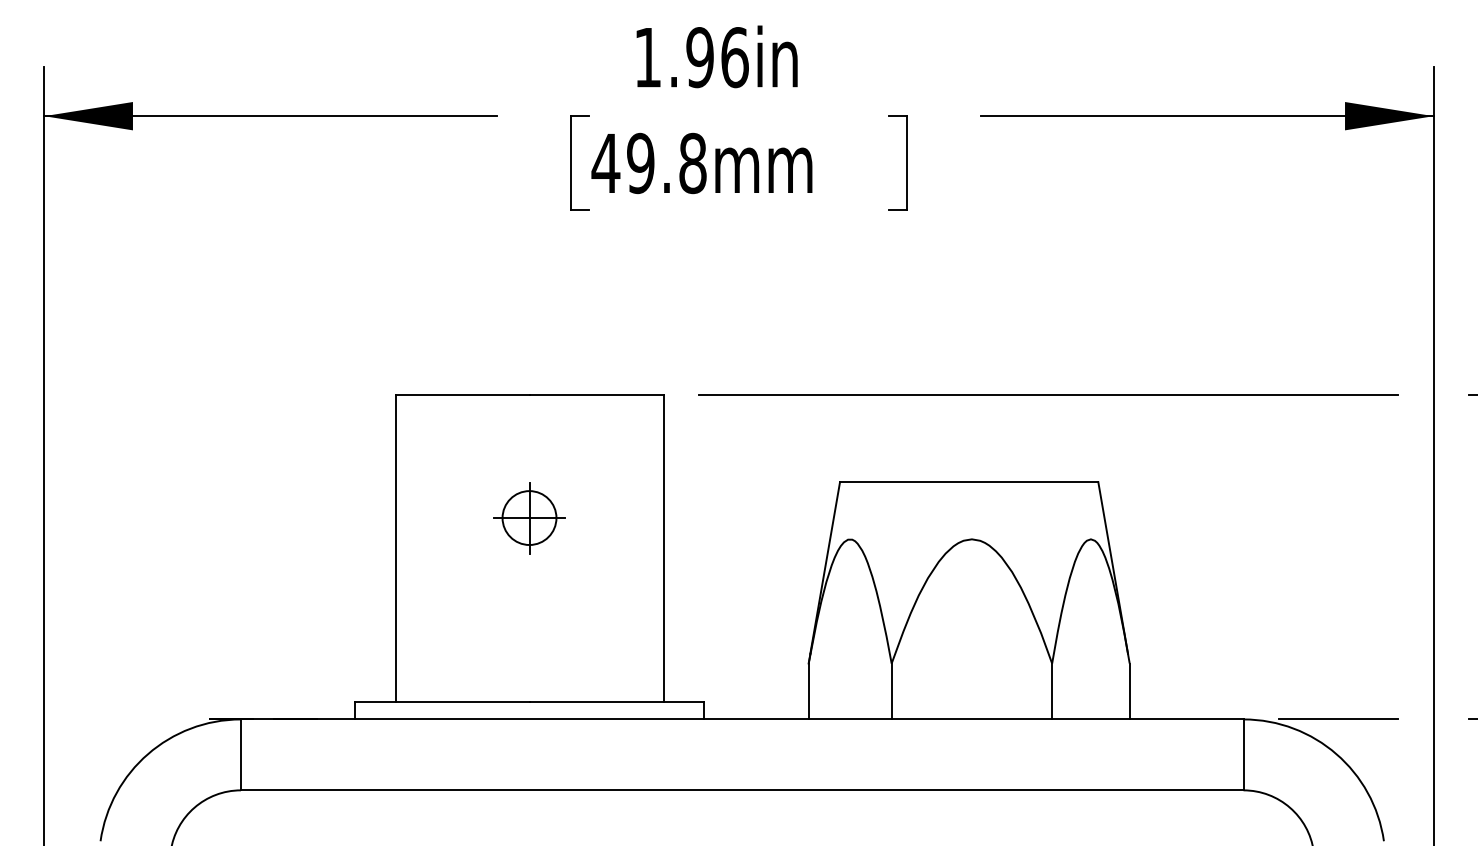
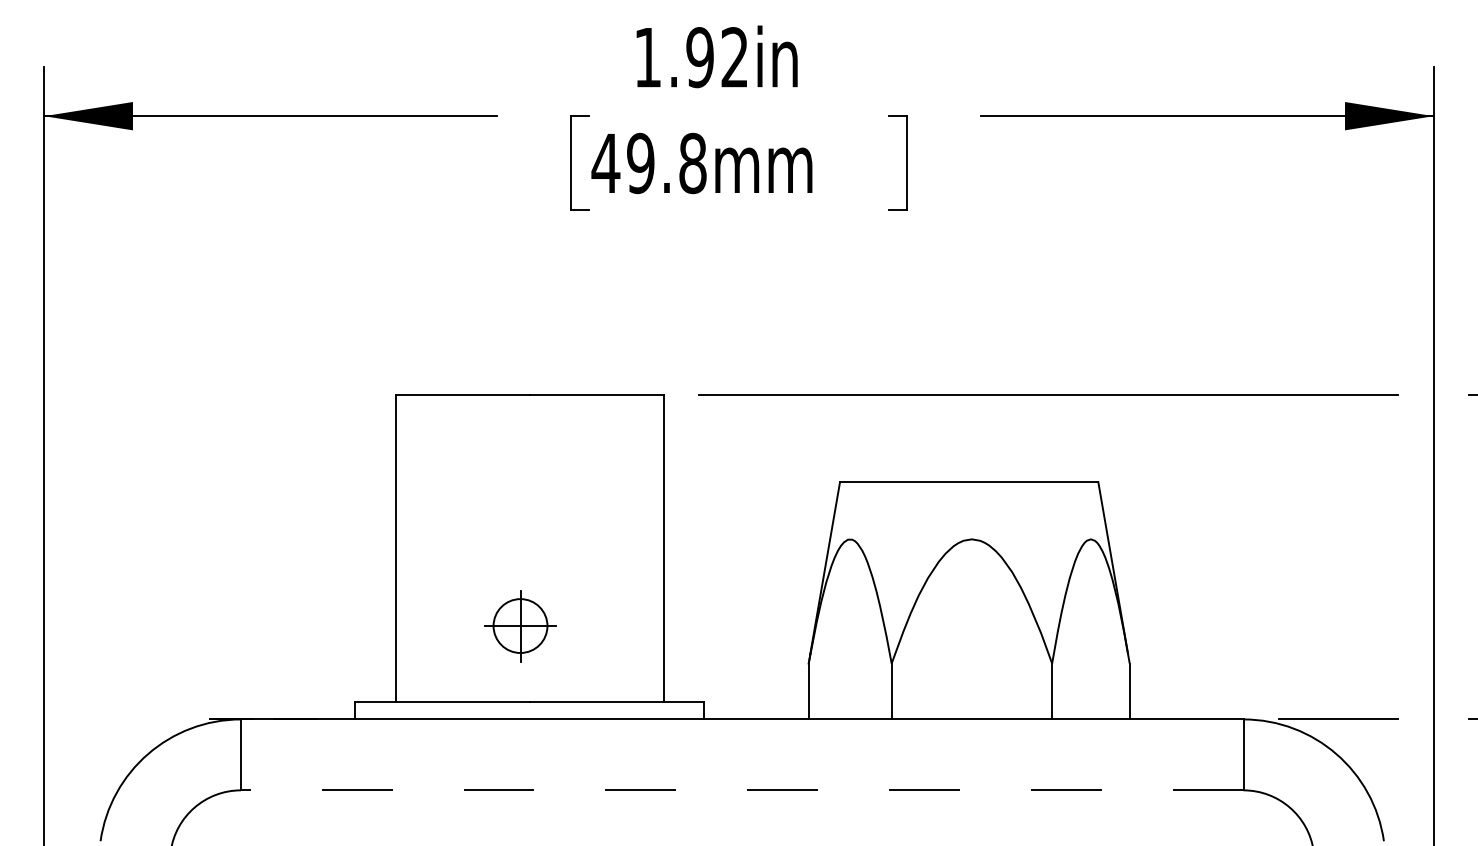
text at (734, 57): 1.96in -> 1.92in
part at (529, 518) position: (529, 518) -> (520, 626)
line at (741, 790): solid -> dashed
